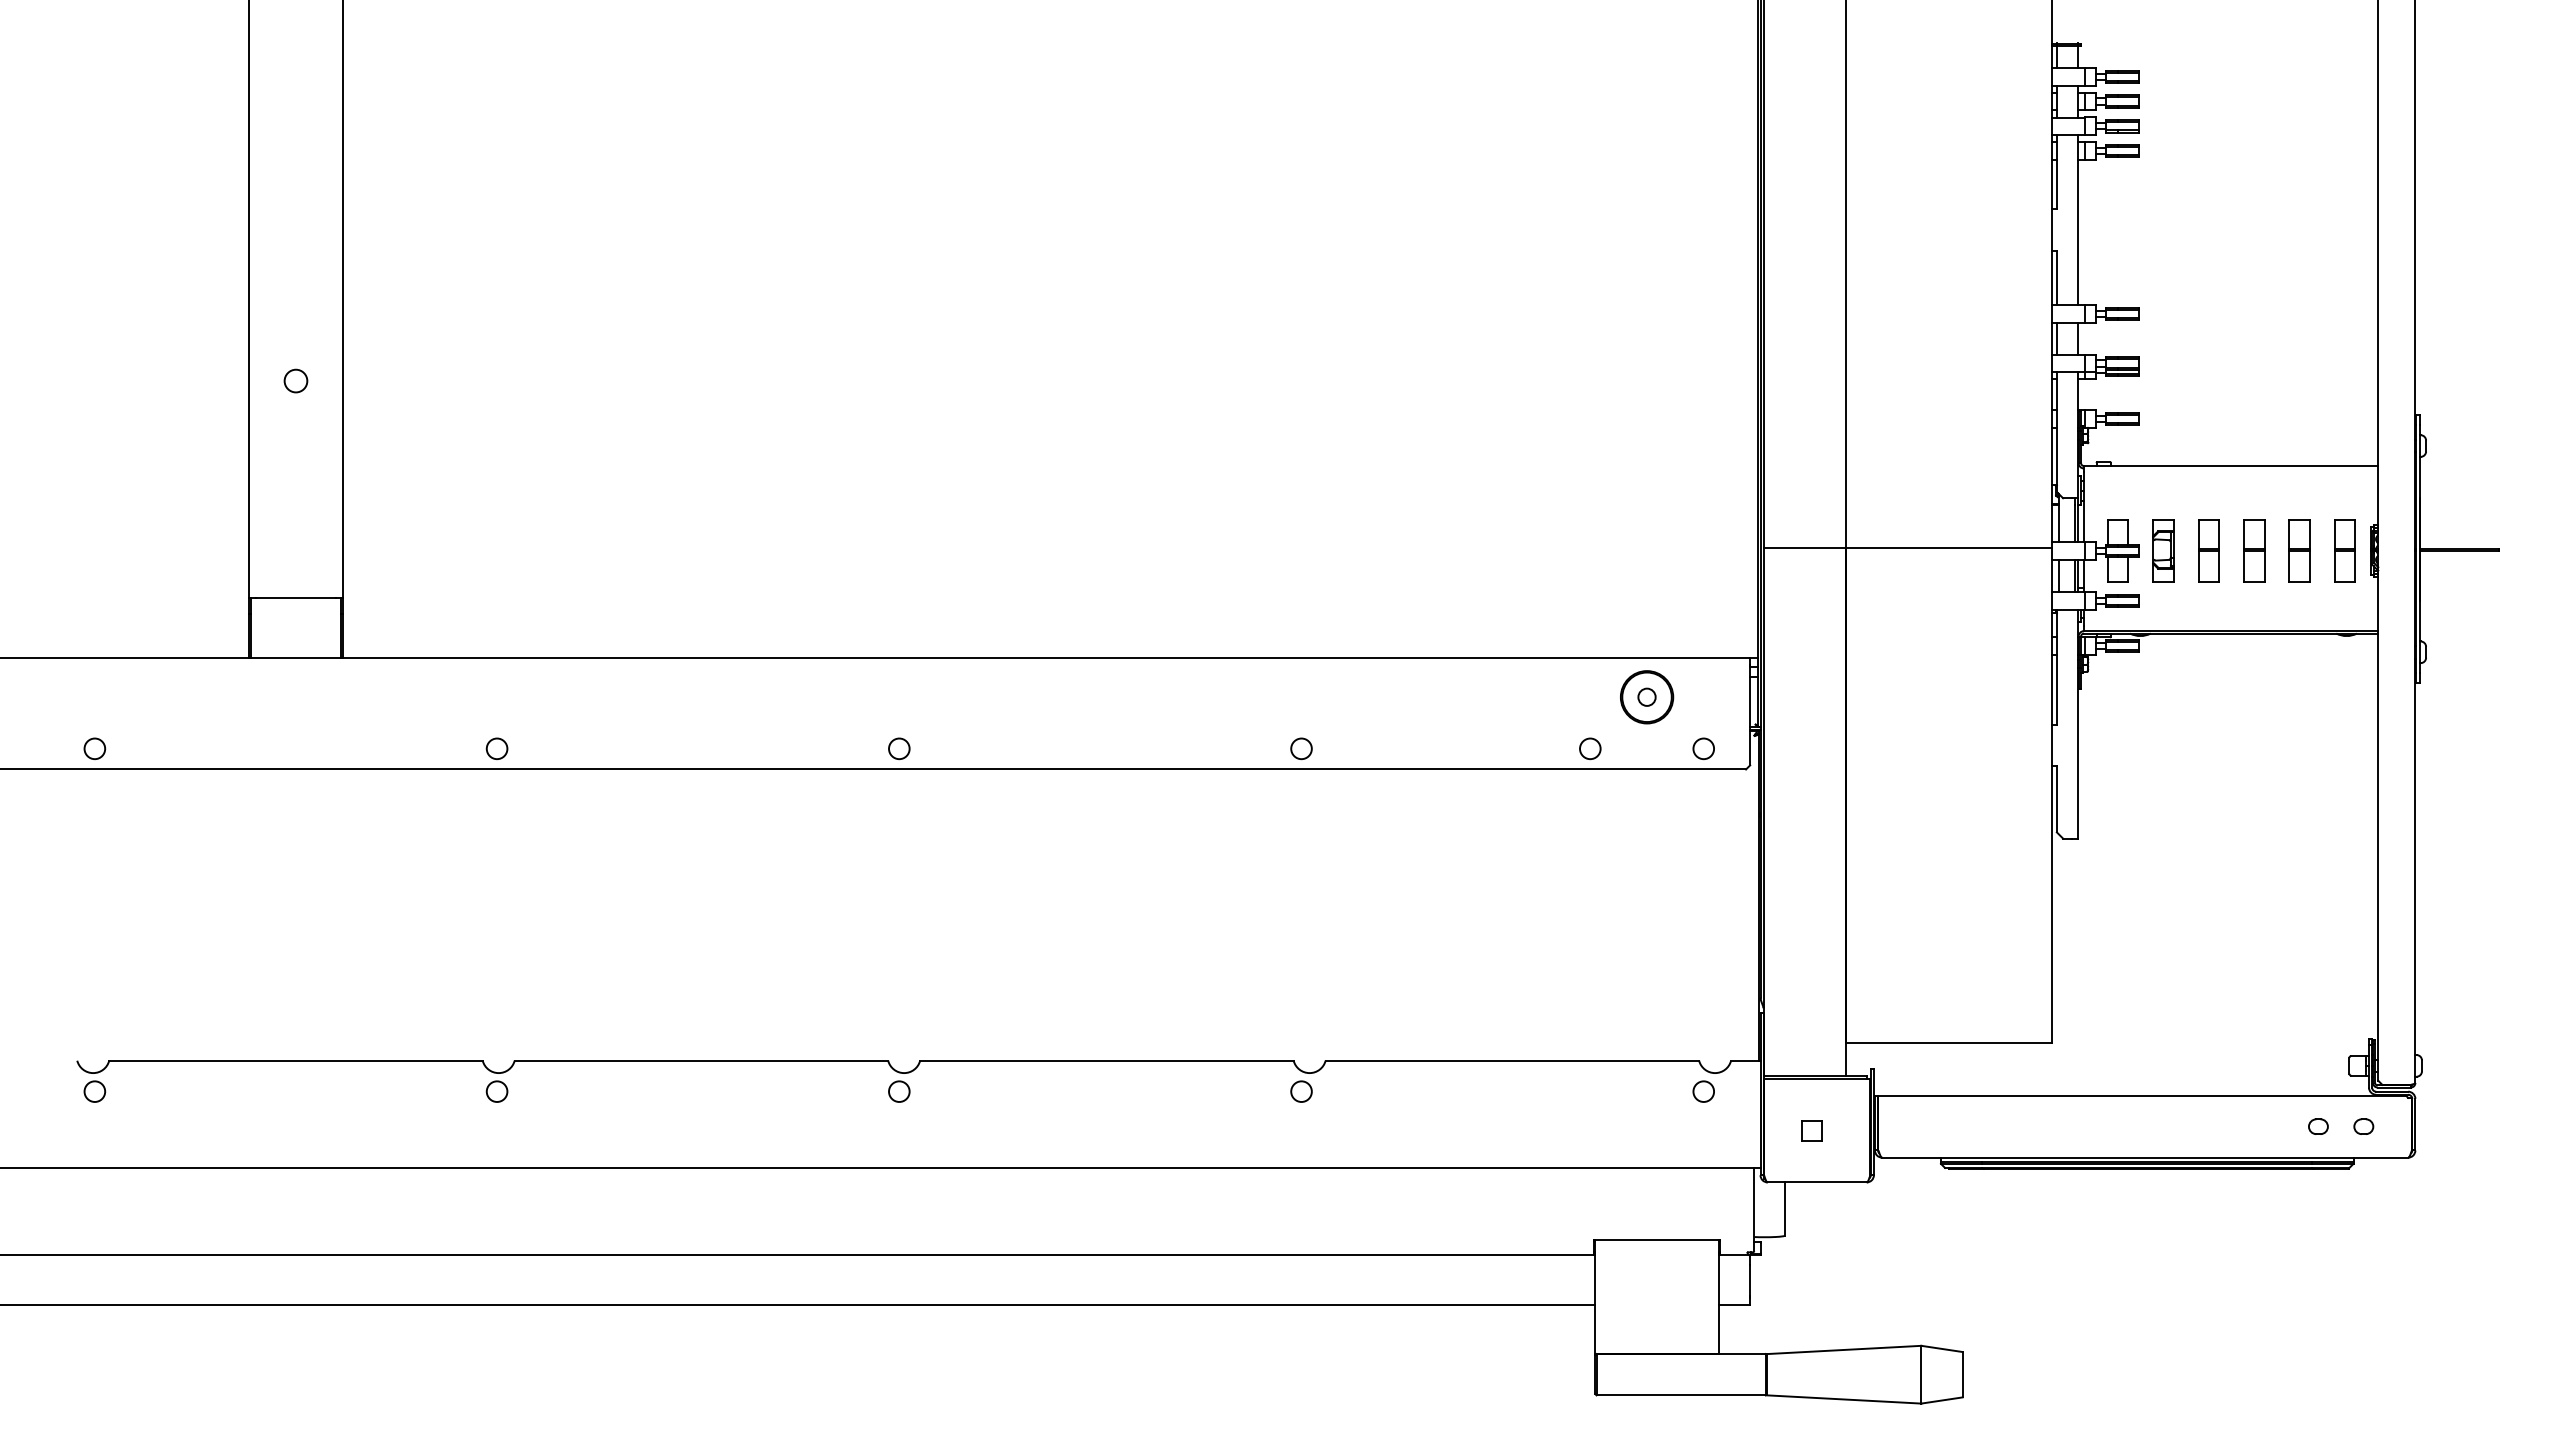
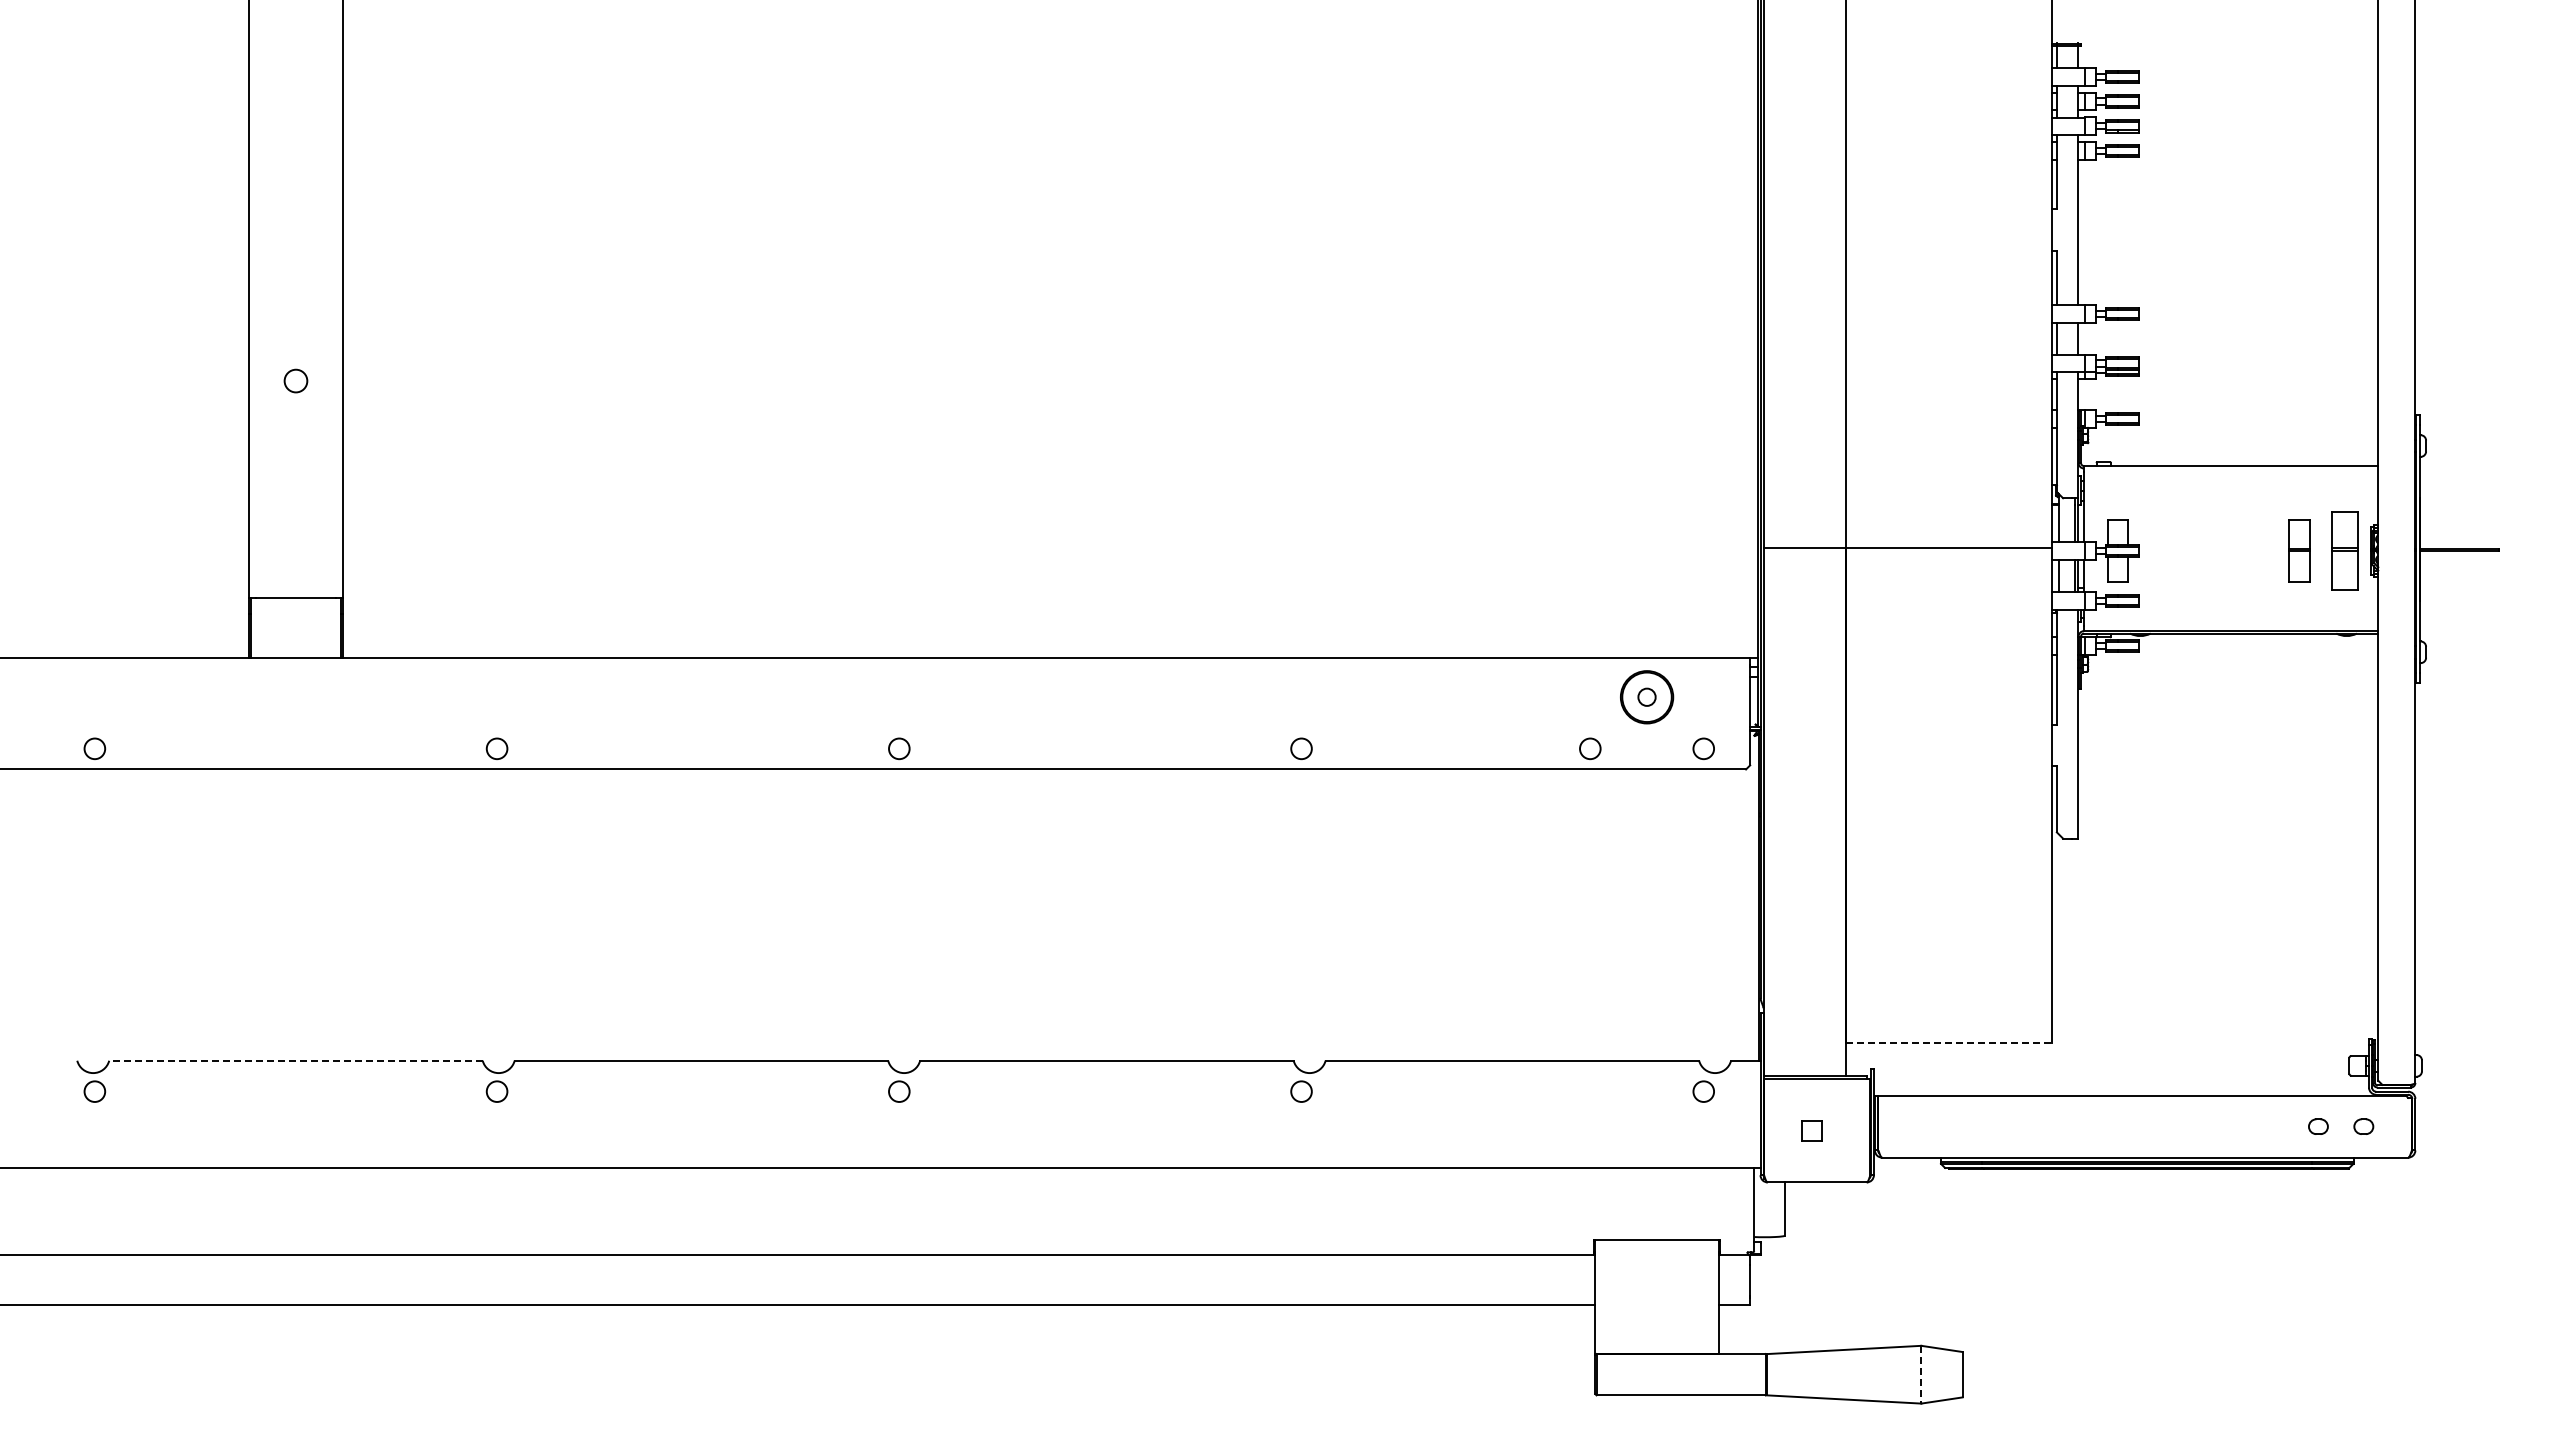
part at (2163, 550): present -> none
part at (2208, 550): present -> none
part at (2254, 550): present -> none
part at (2344, 550) size: 22x64 px -> 28x80 px
line at (1949, 1043): solid -> dashed
line at (295, 1060): solid -> dashed
line at (1921, 1374): solid -> dashed
